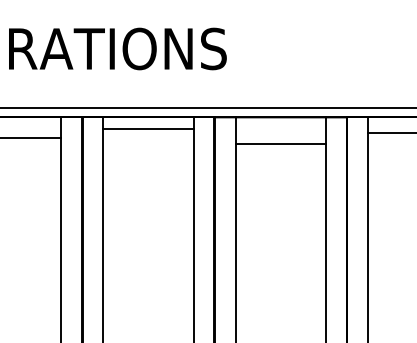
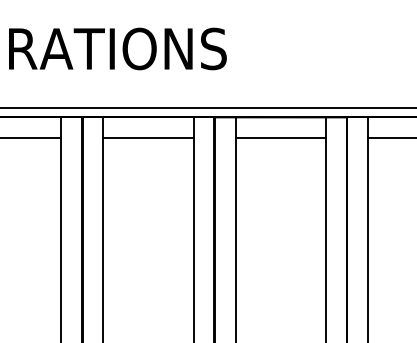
line at (148, 128) position: (148, 128) -> (148, 137)
line at (390, 132) position: (390, 132) -> (390, 137)
line at (280, 143) position: (280, 143) -> (280, 137)
